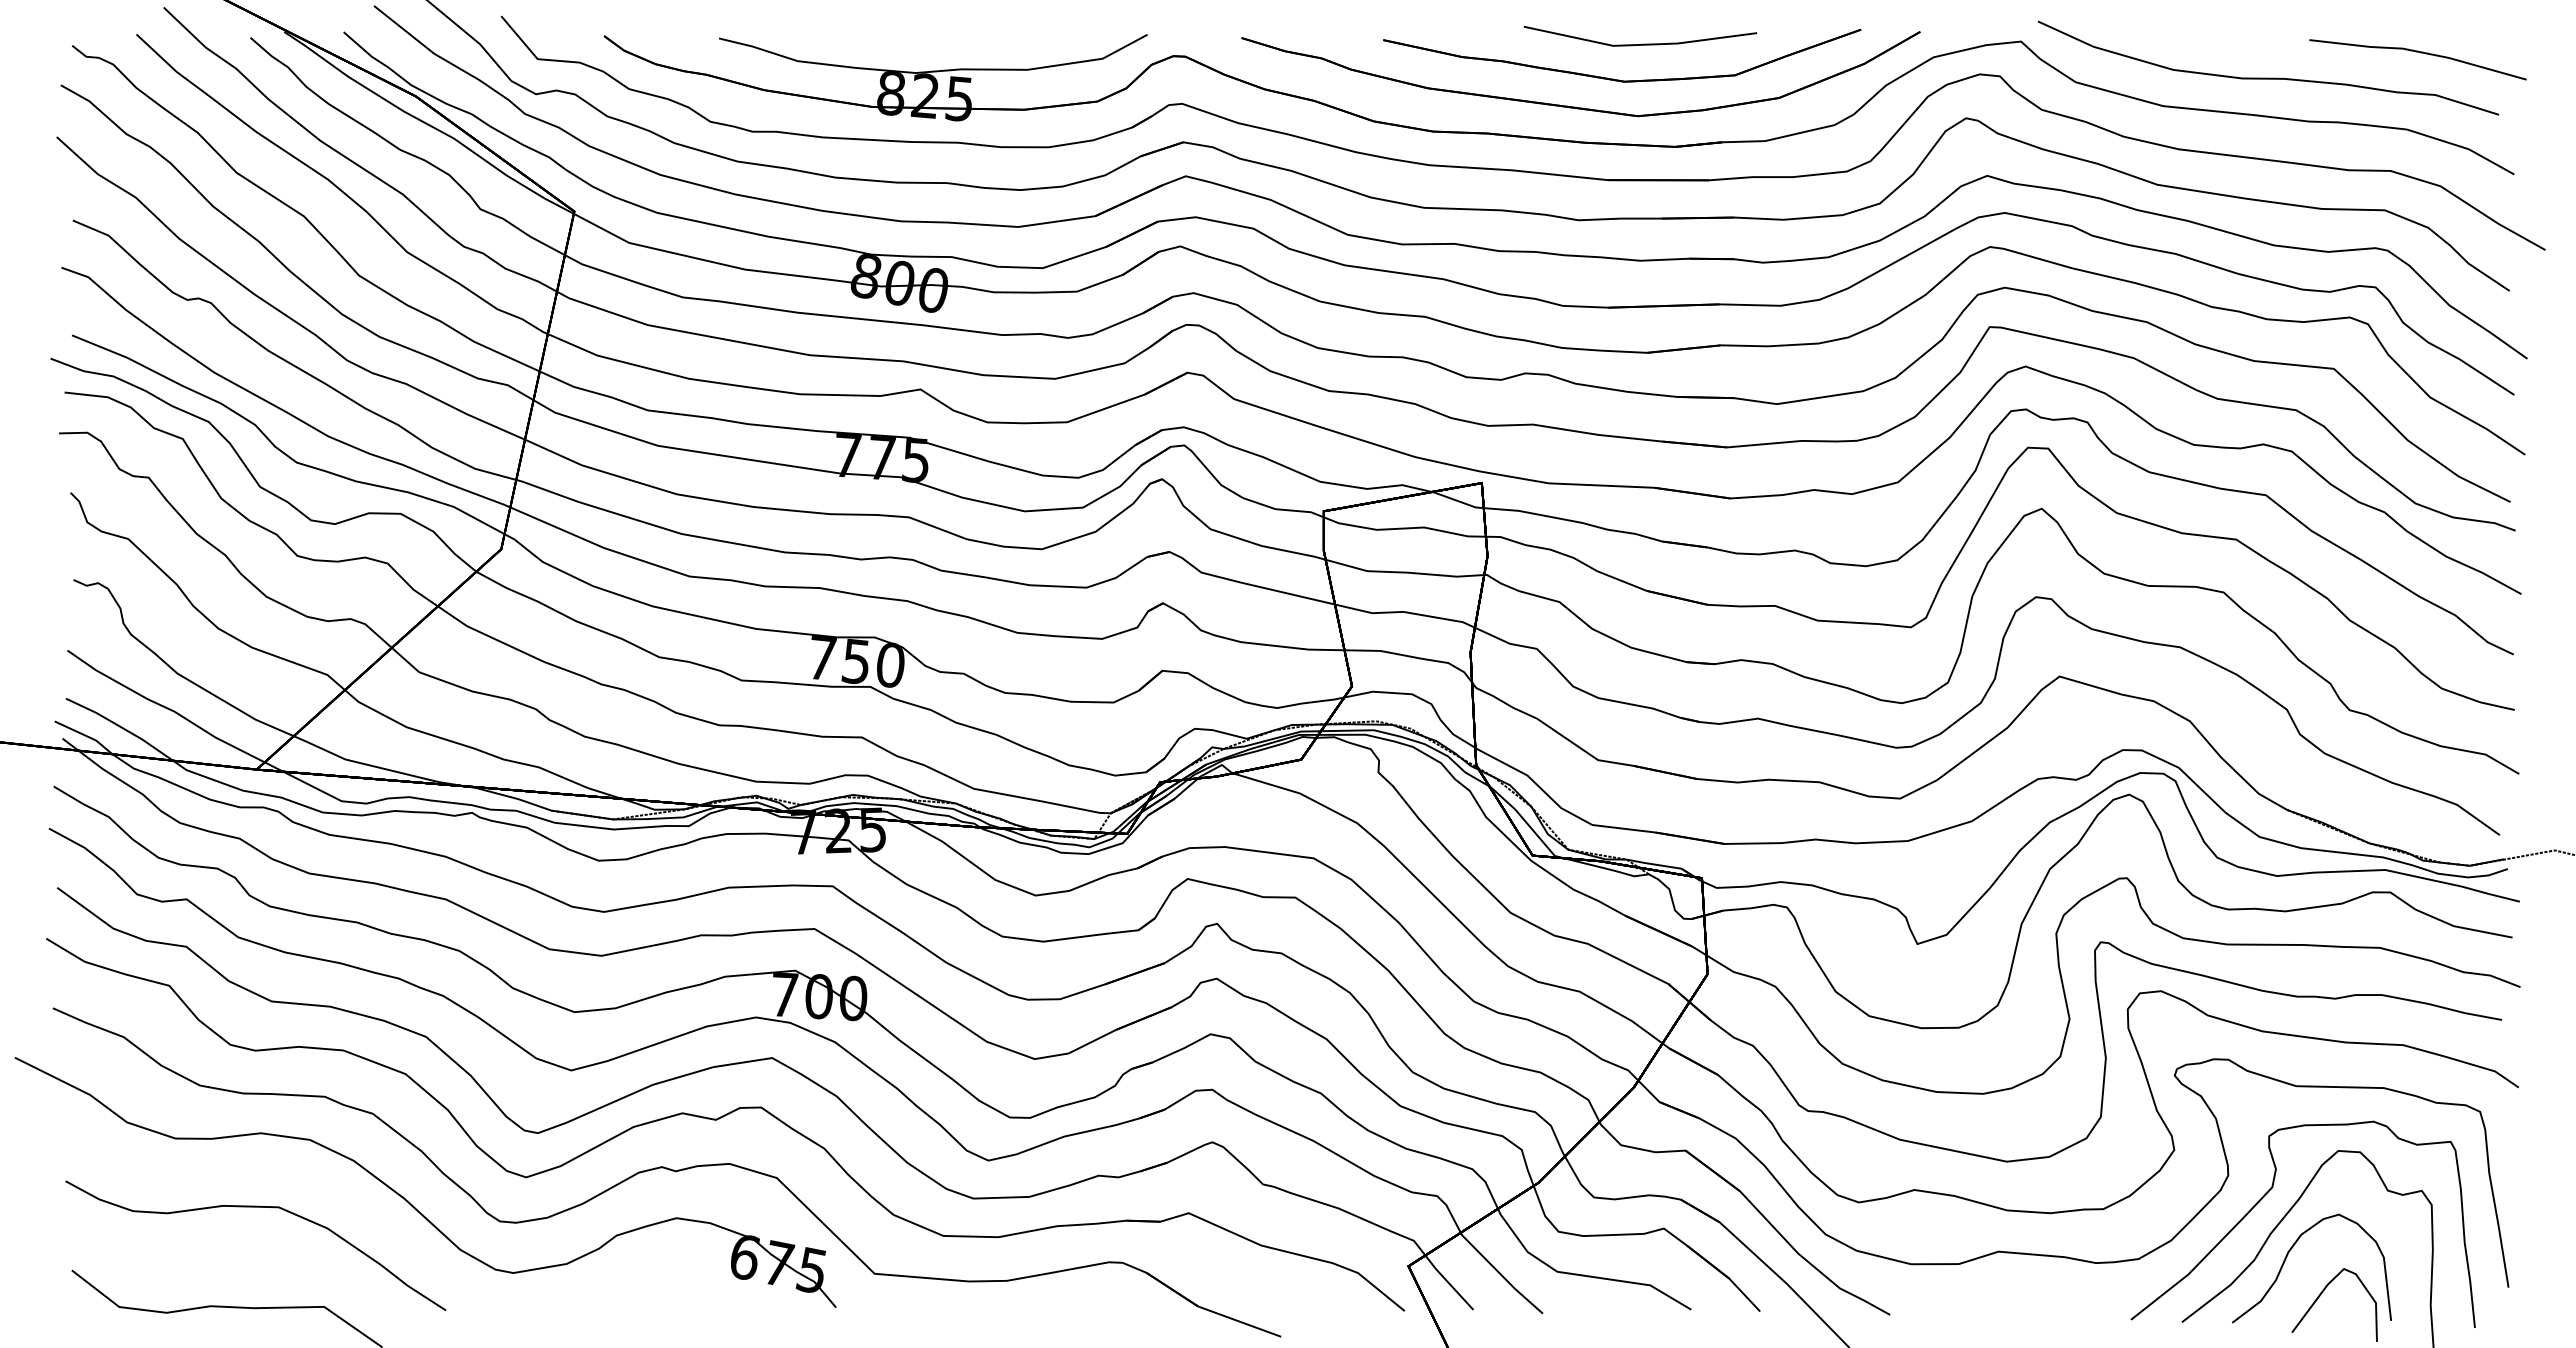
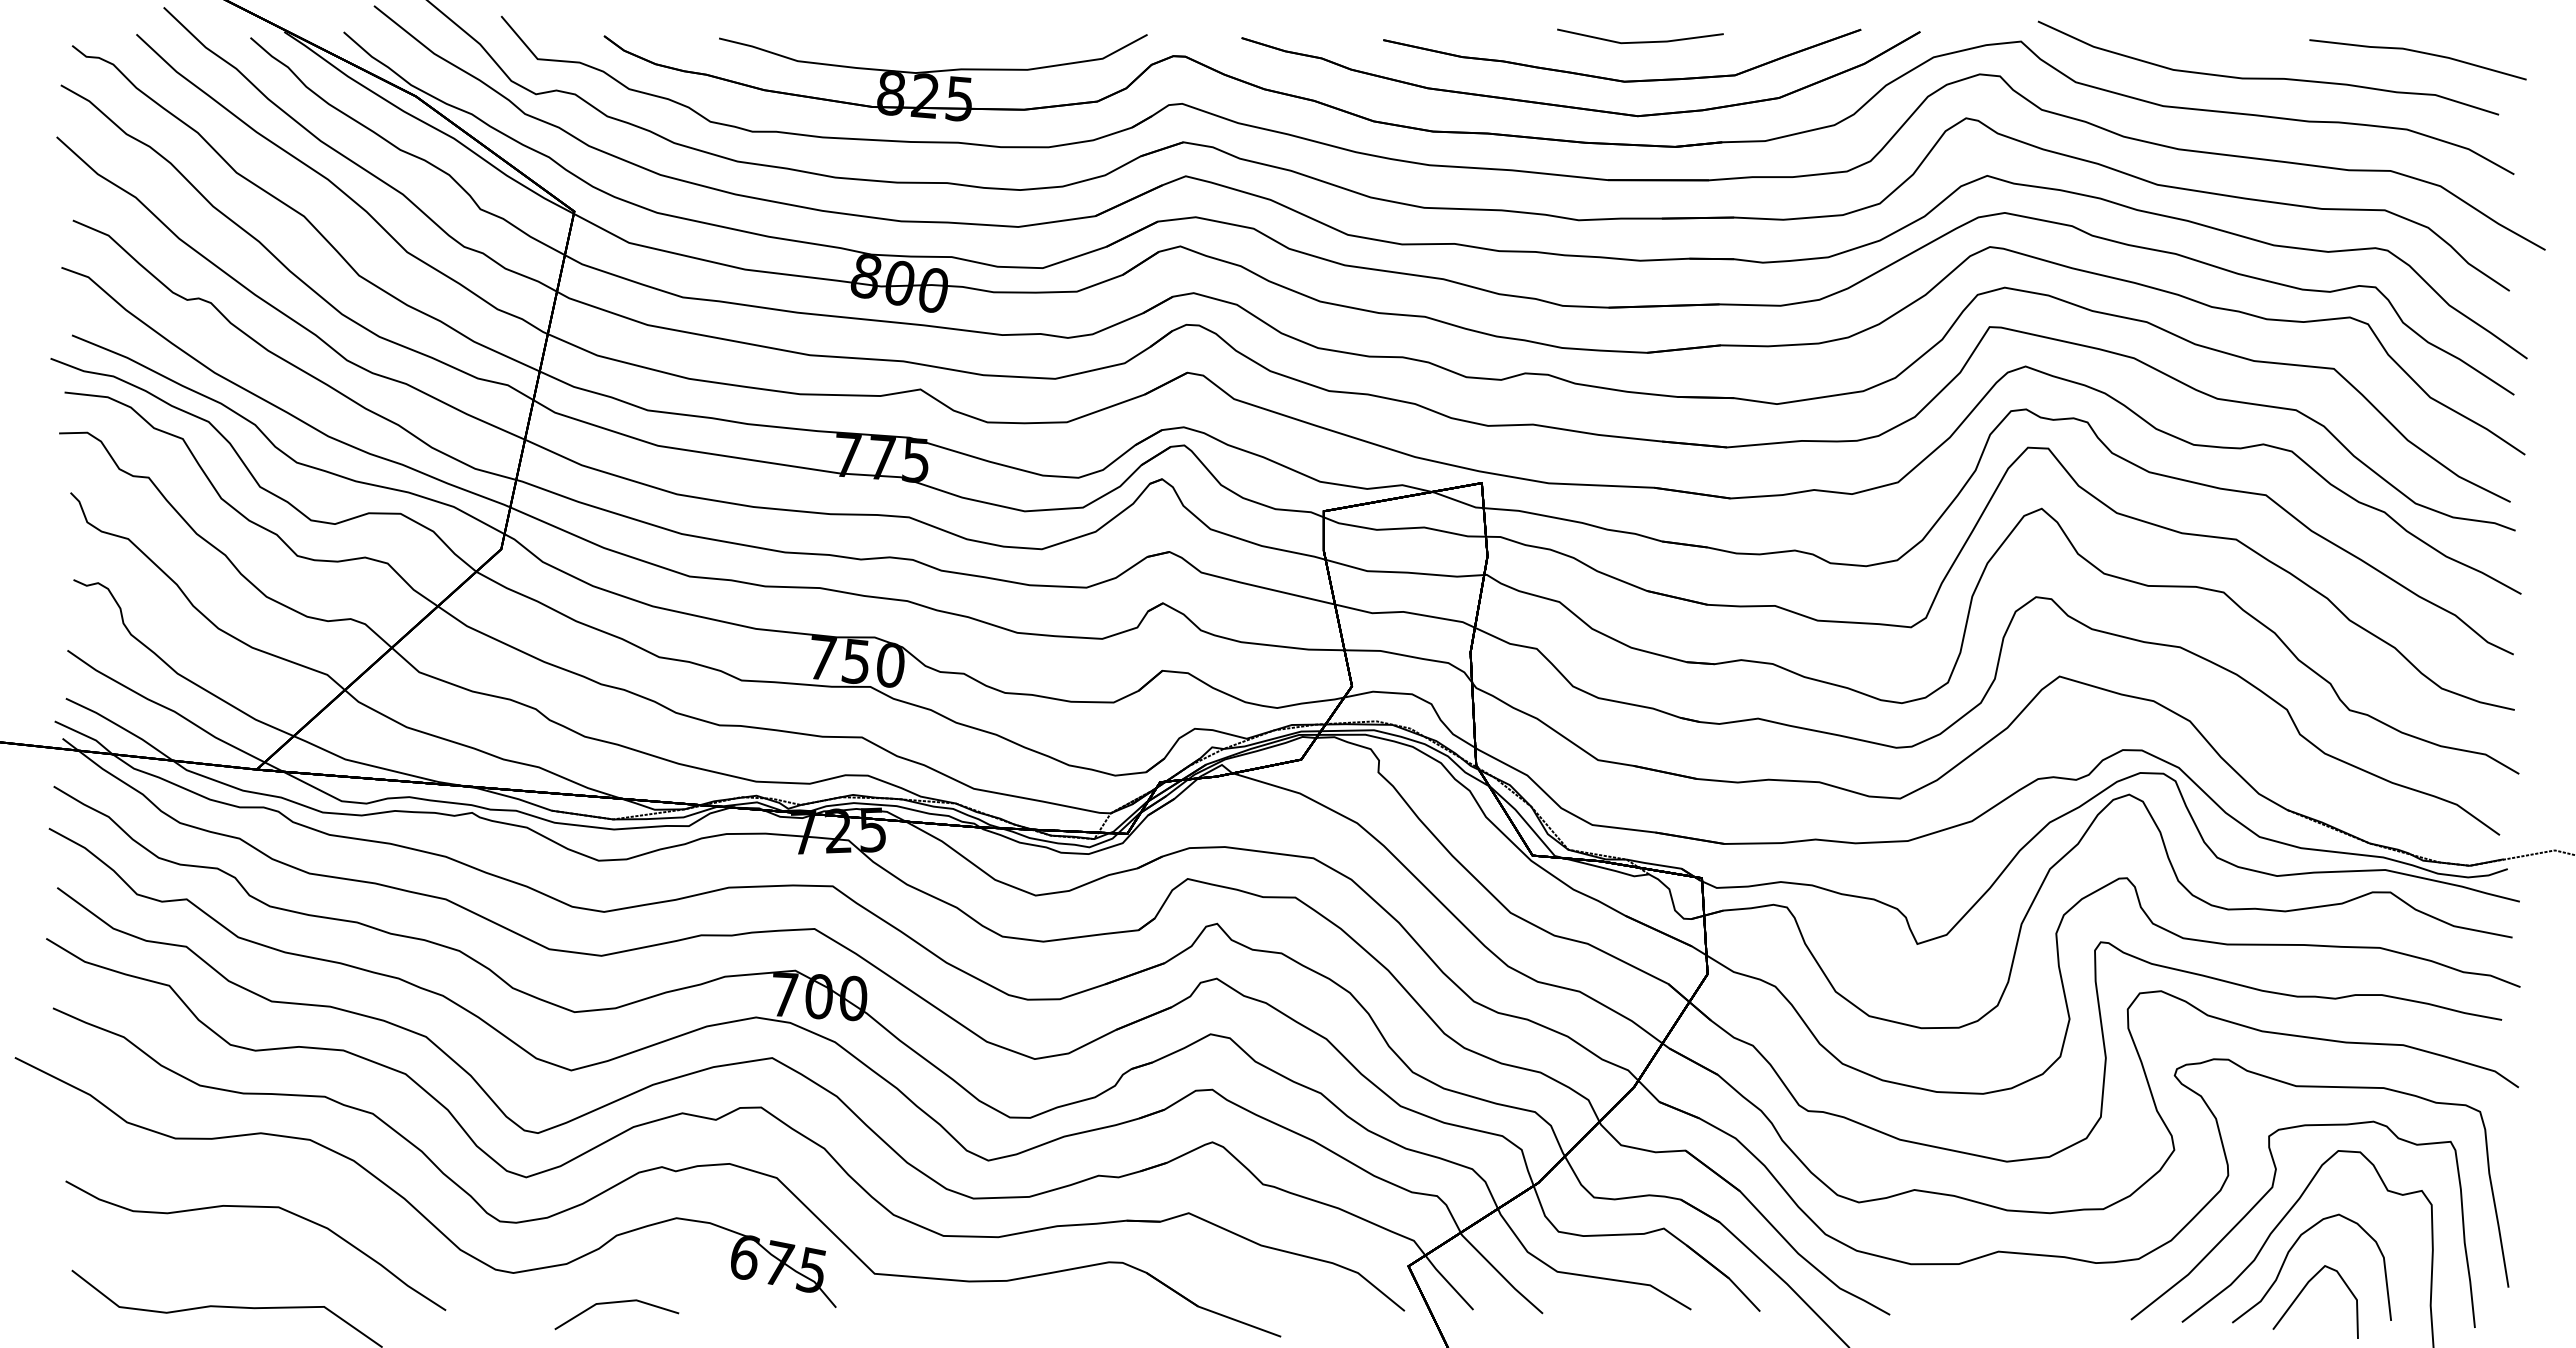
part at (1640, 35) size: 235x22 px -> 167x17 px
curve at (2320, 1296) position: (2320, 1296) -> (2301, 1293)
line at (615, 1303): none -> present
